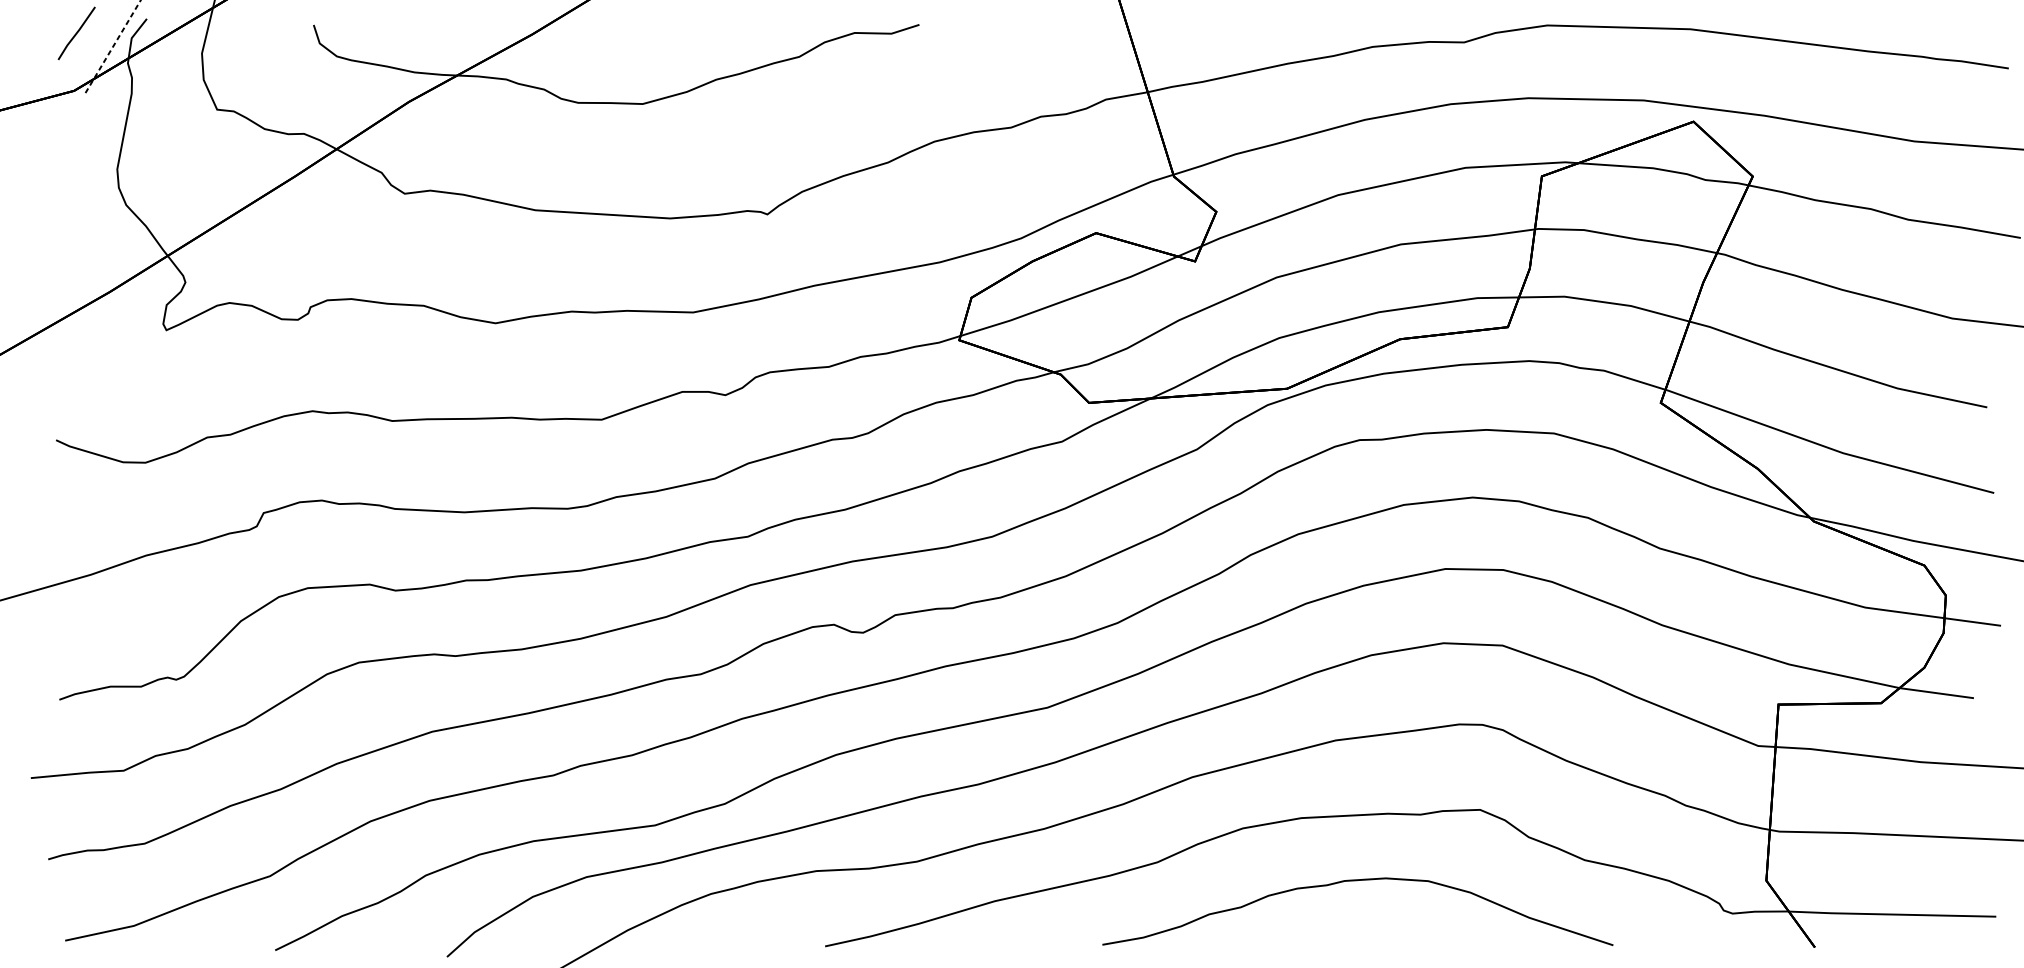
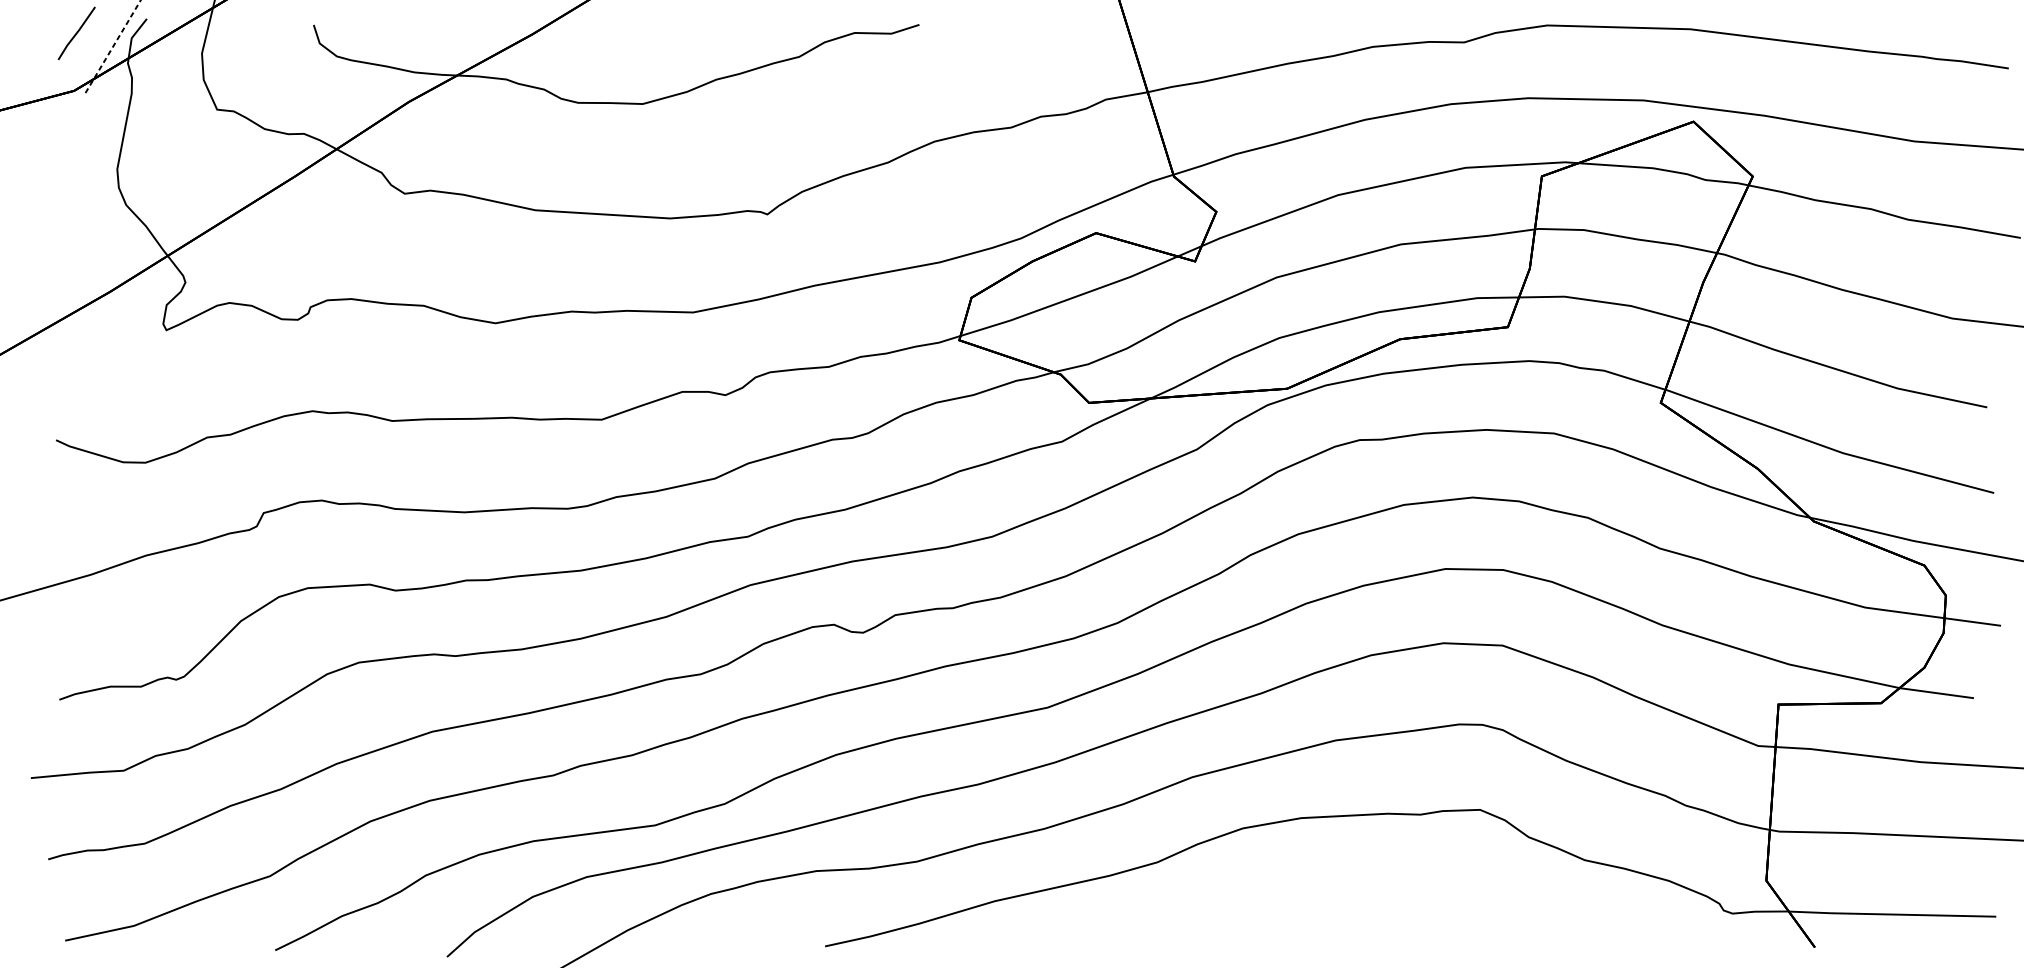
curve at (1357, 881): present -> none
